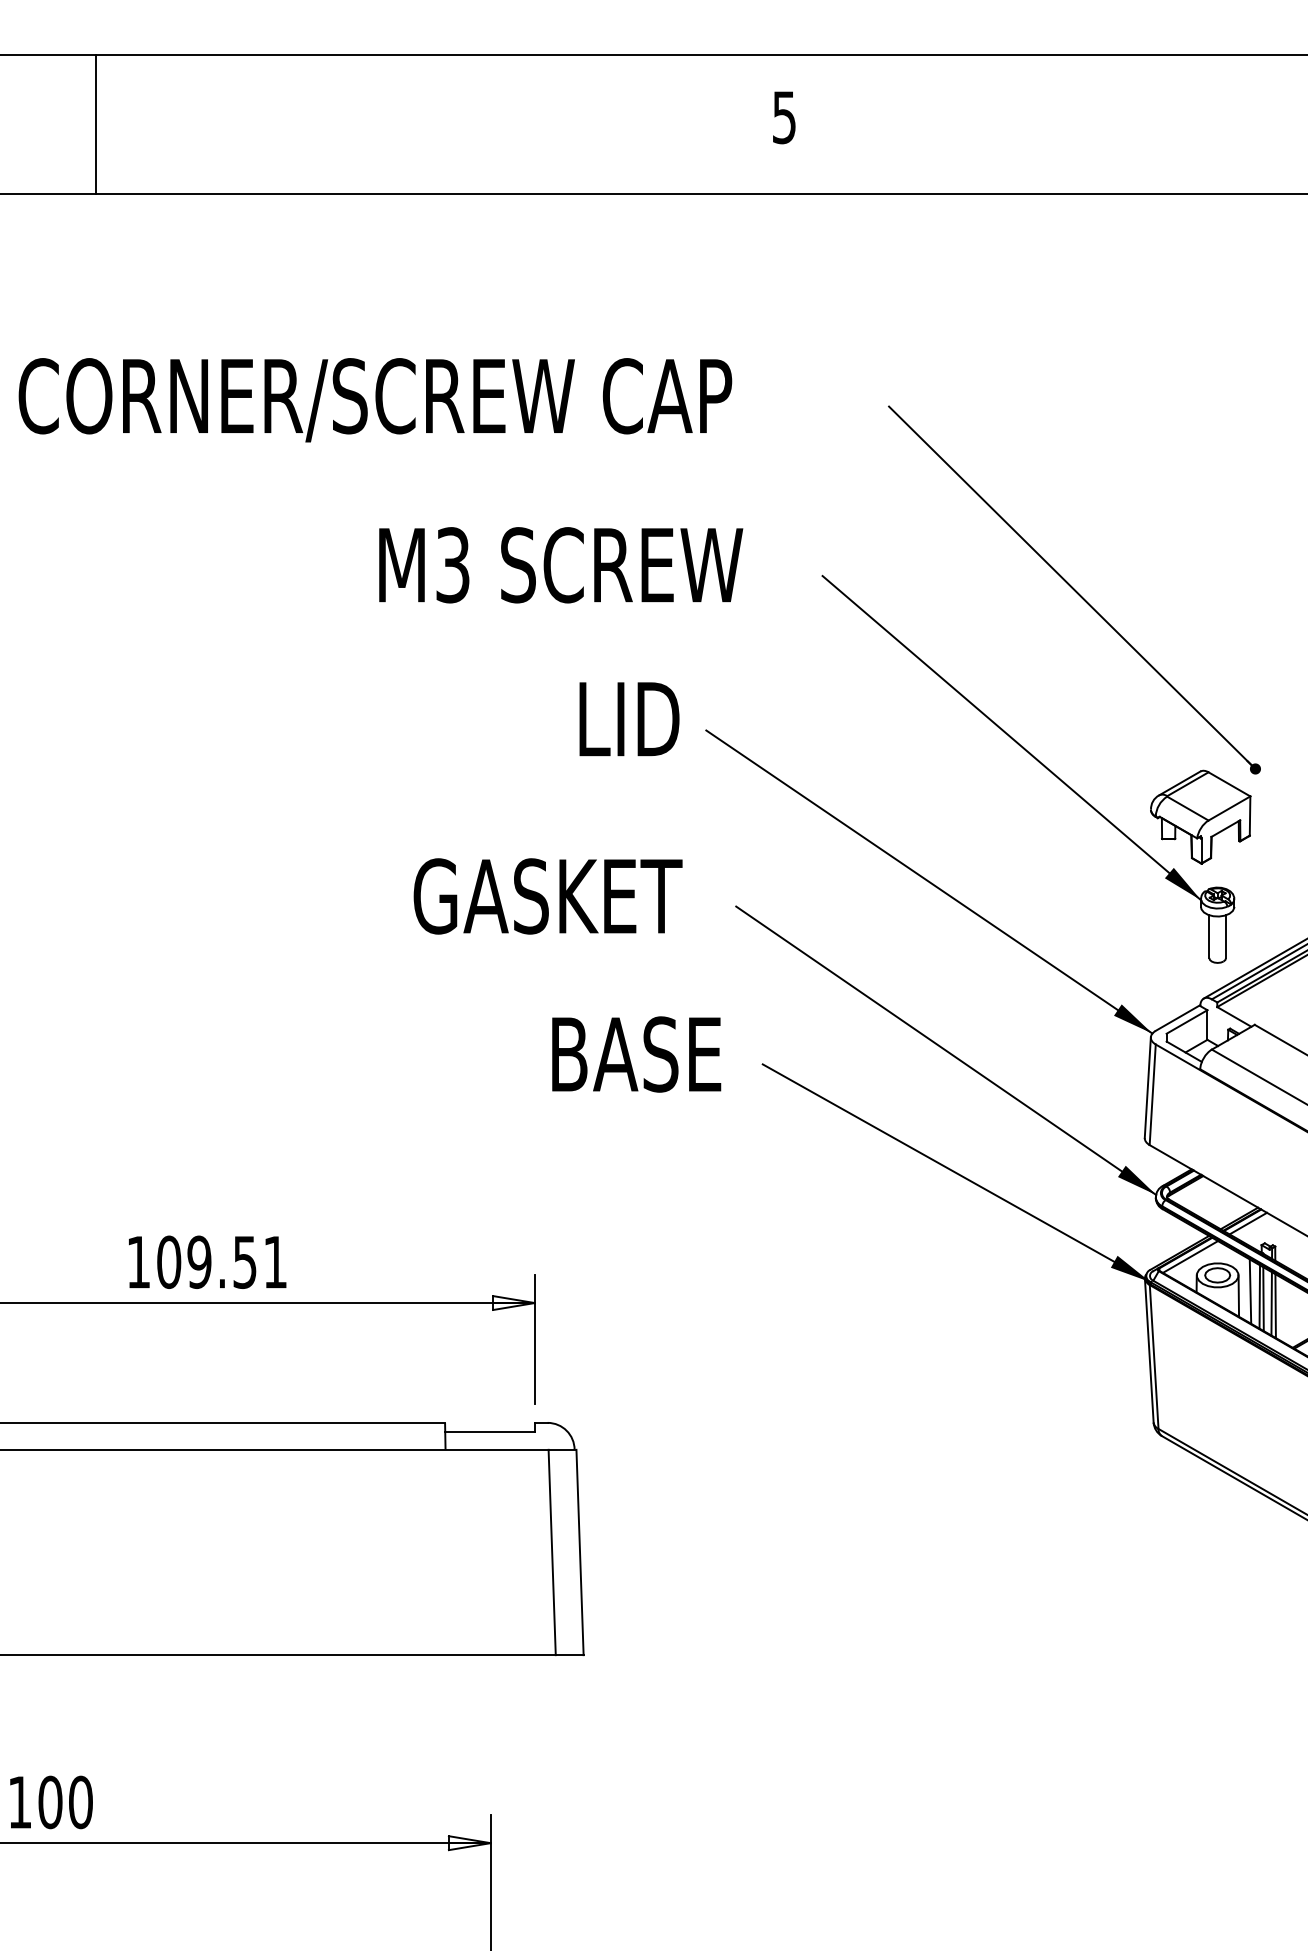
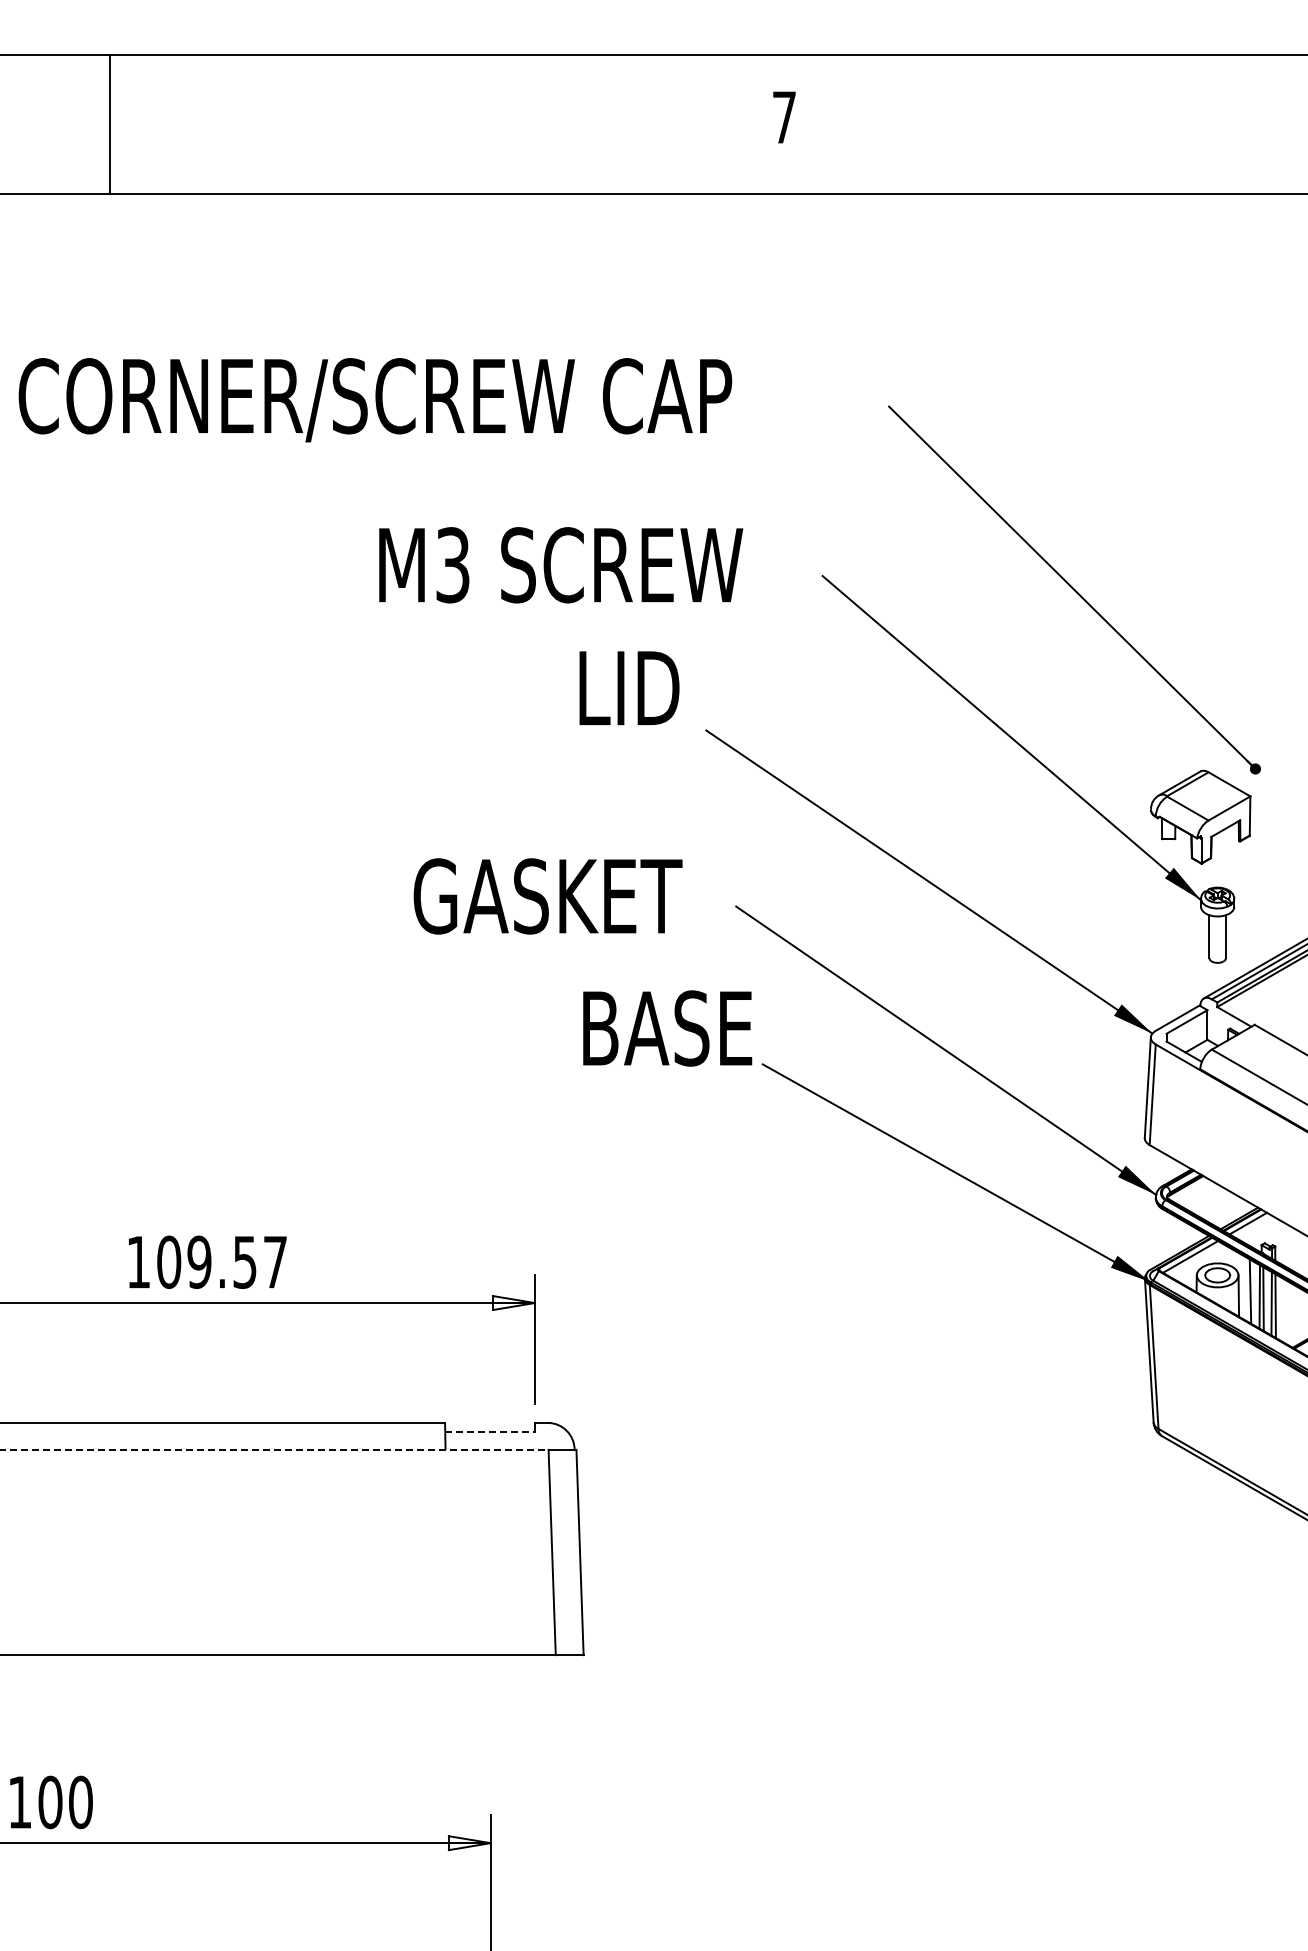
text at (784, 117): 5 -> 7
line at (95, 123) position: (95, 123) -> (109, 123)
text at (629, 719) position: (629, 719) -> (629, 688)
text at (636, 1054) position: (636, 1054) -> (667, 1028)
text at (275, 1262): 109.51 -> 109.57
line at (490, 1432): solid -> dashed
line at (274, 1449): solid -> dashed
